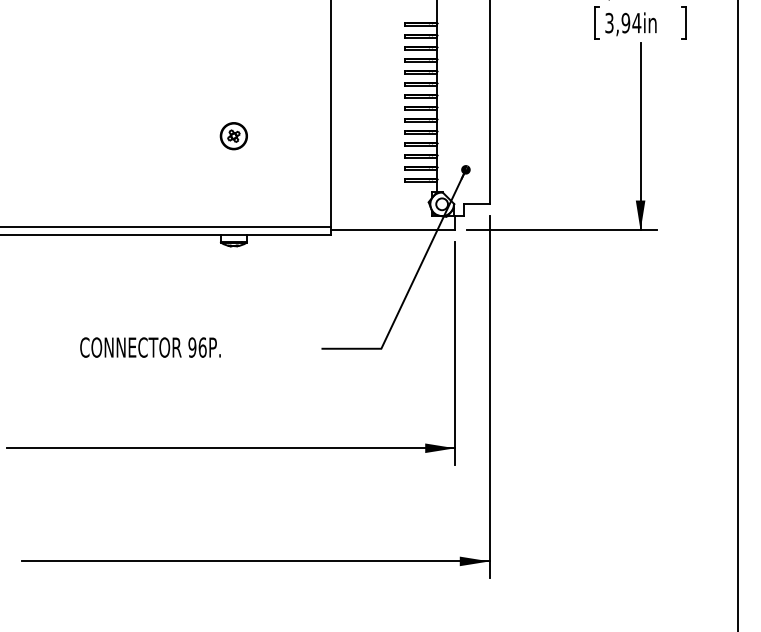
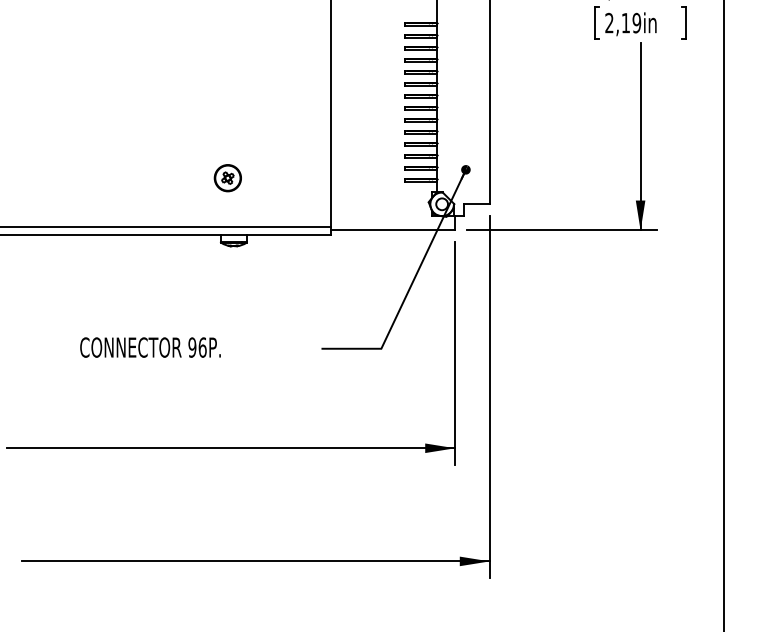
text at (623, 22): 3,94in -> 2,19in
part at (233, 136) position: (233, 136) -> (227, 178)
line at (738, 315) position: (738, 315) -> (724, 315)
